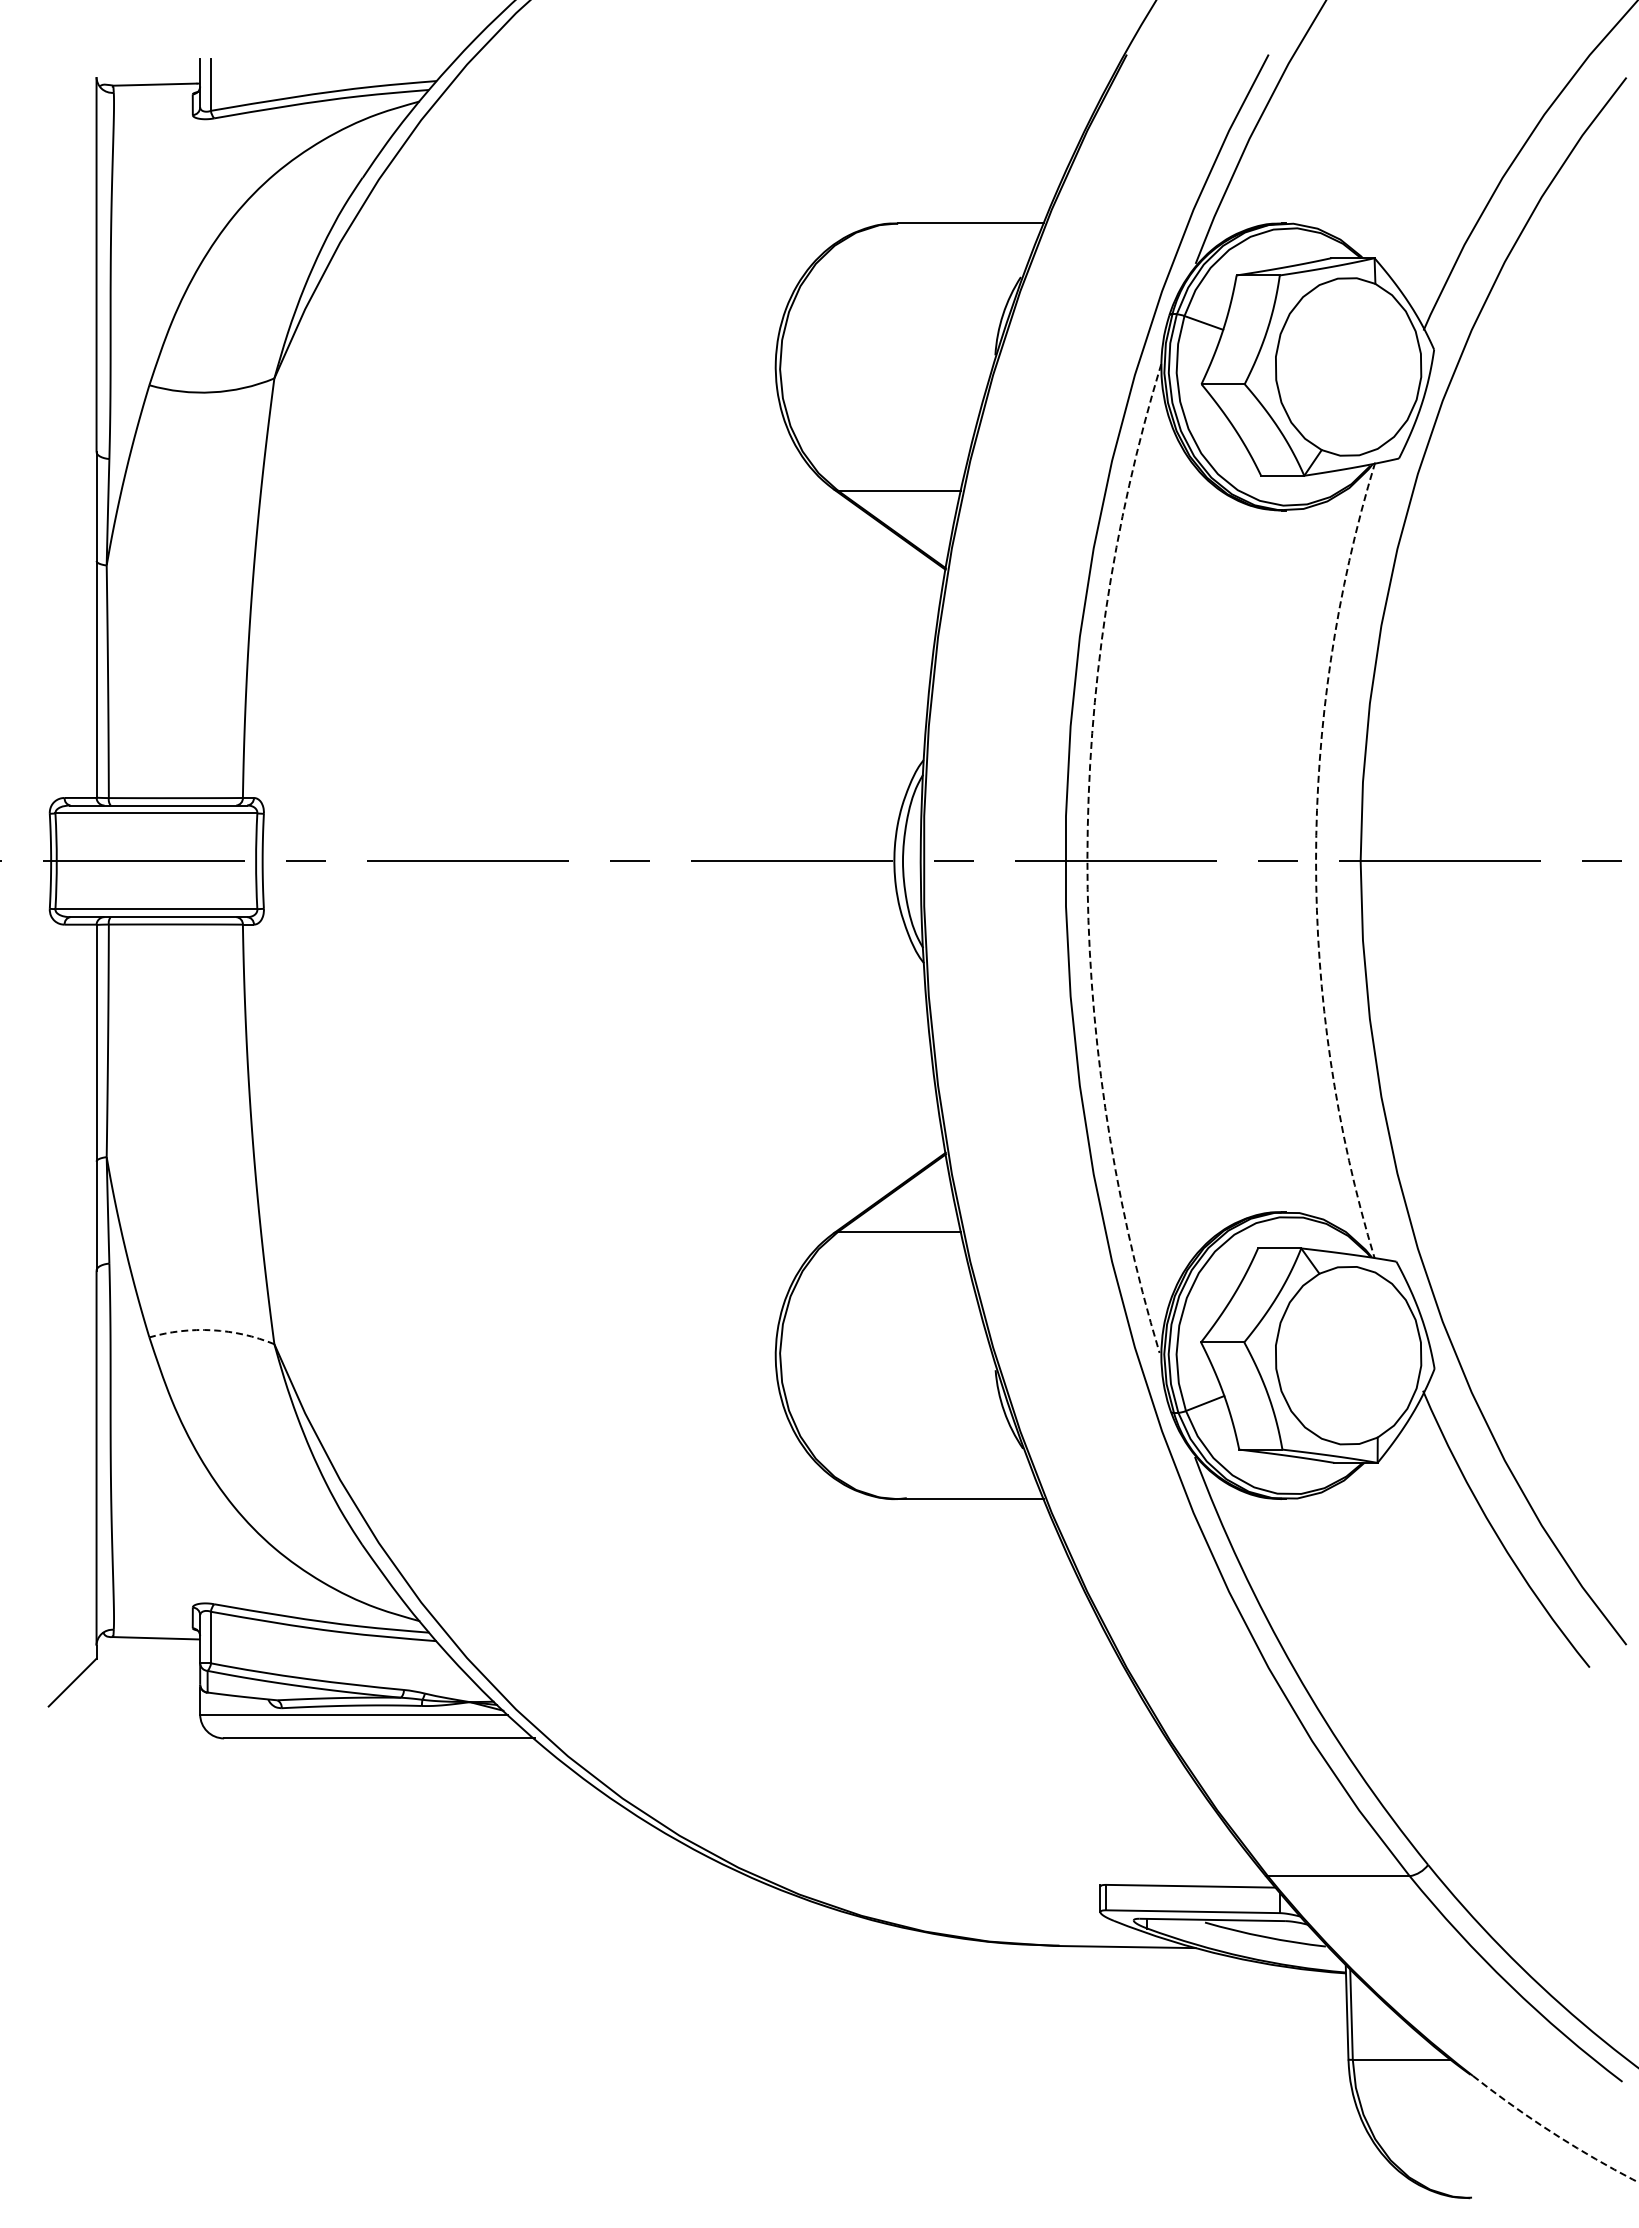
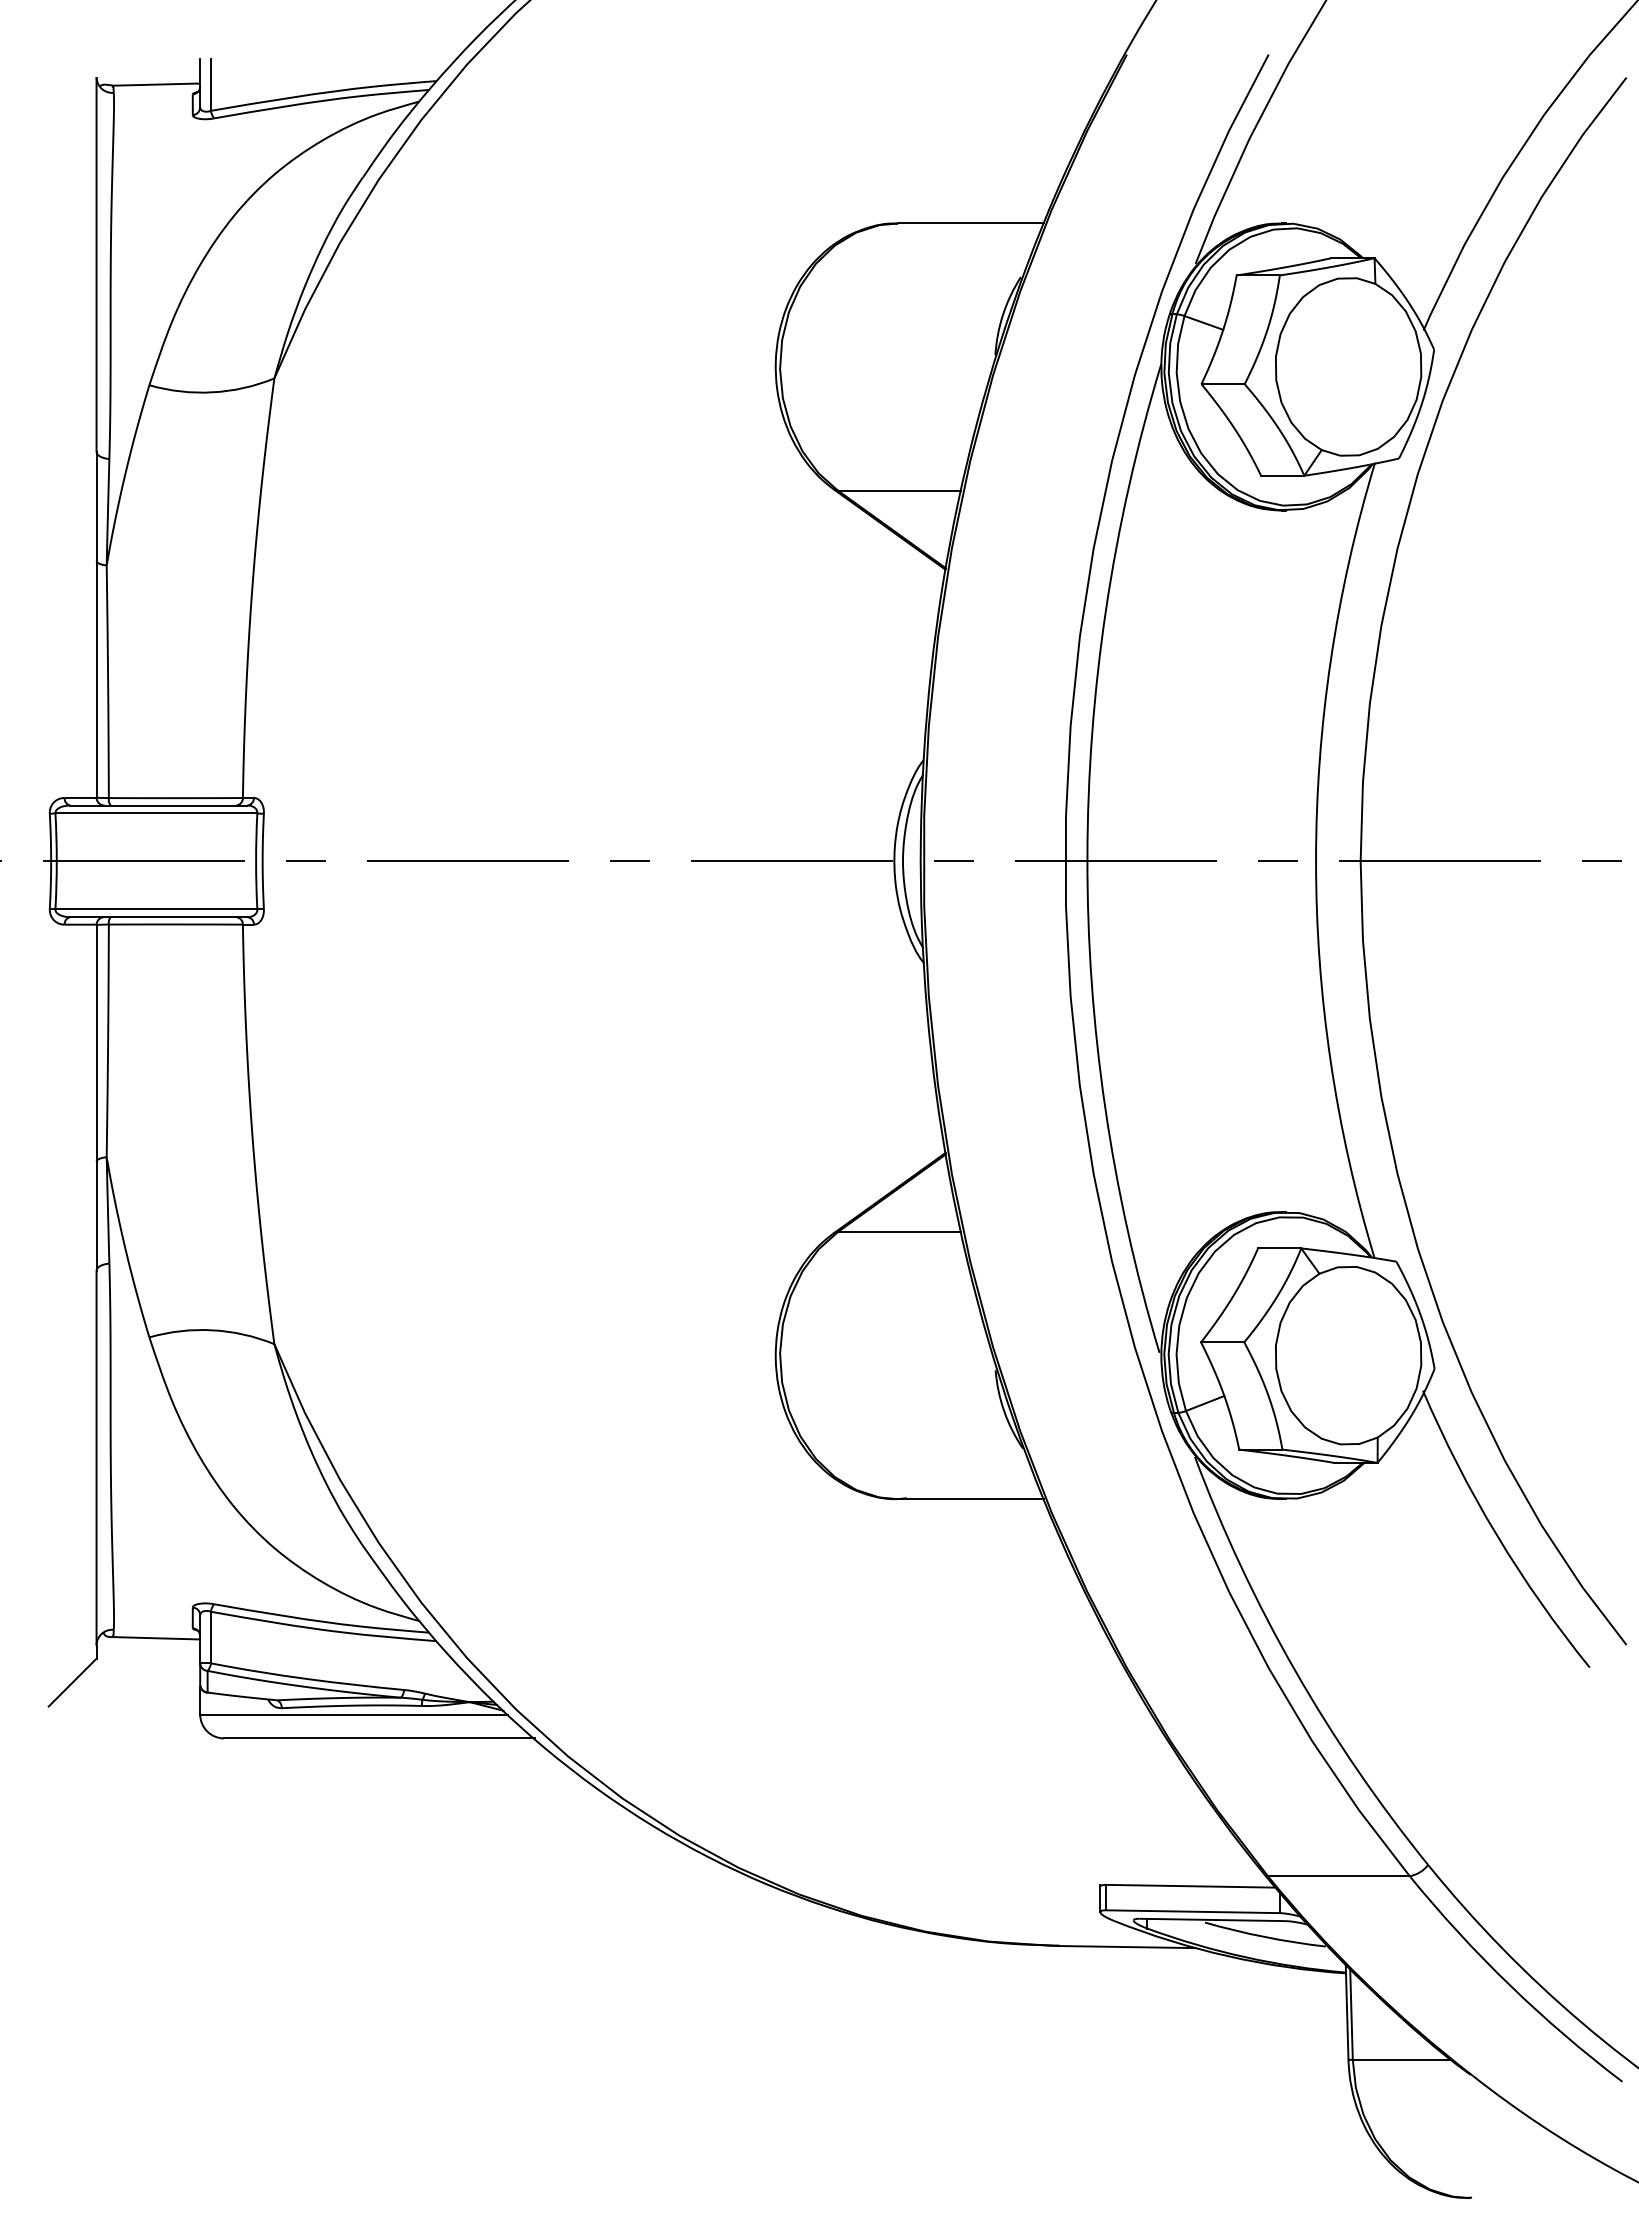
arc at (1087, 858): dashed -> solid
arc at (1316, 860): dashed -> solid
arc at (212, 1330): dashed -> solid
arc at (1554, 2133): dashed -> solid
